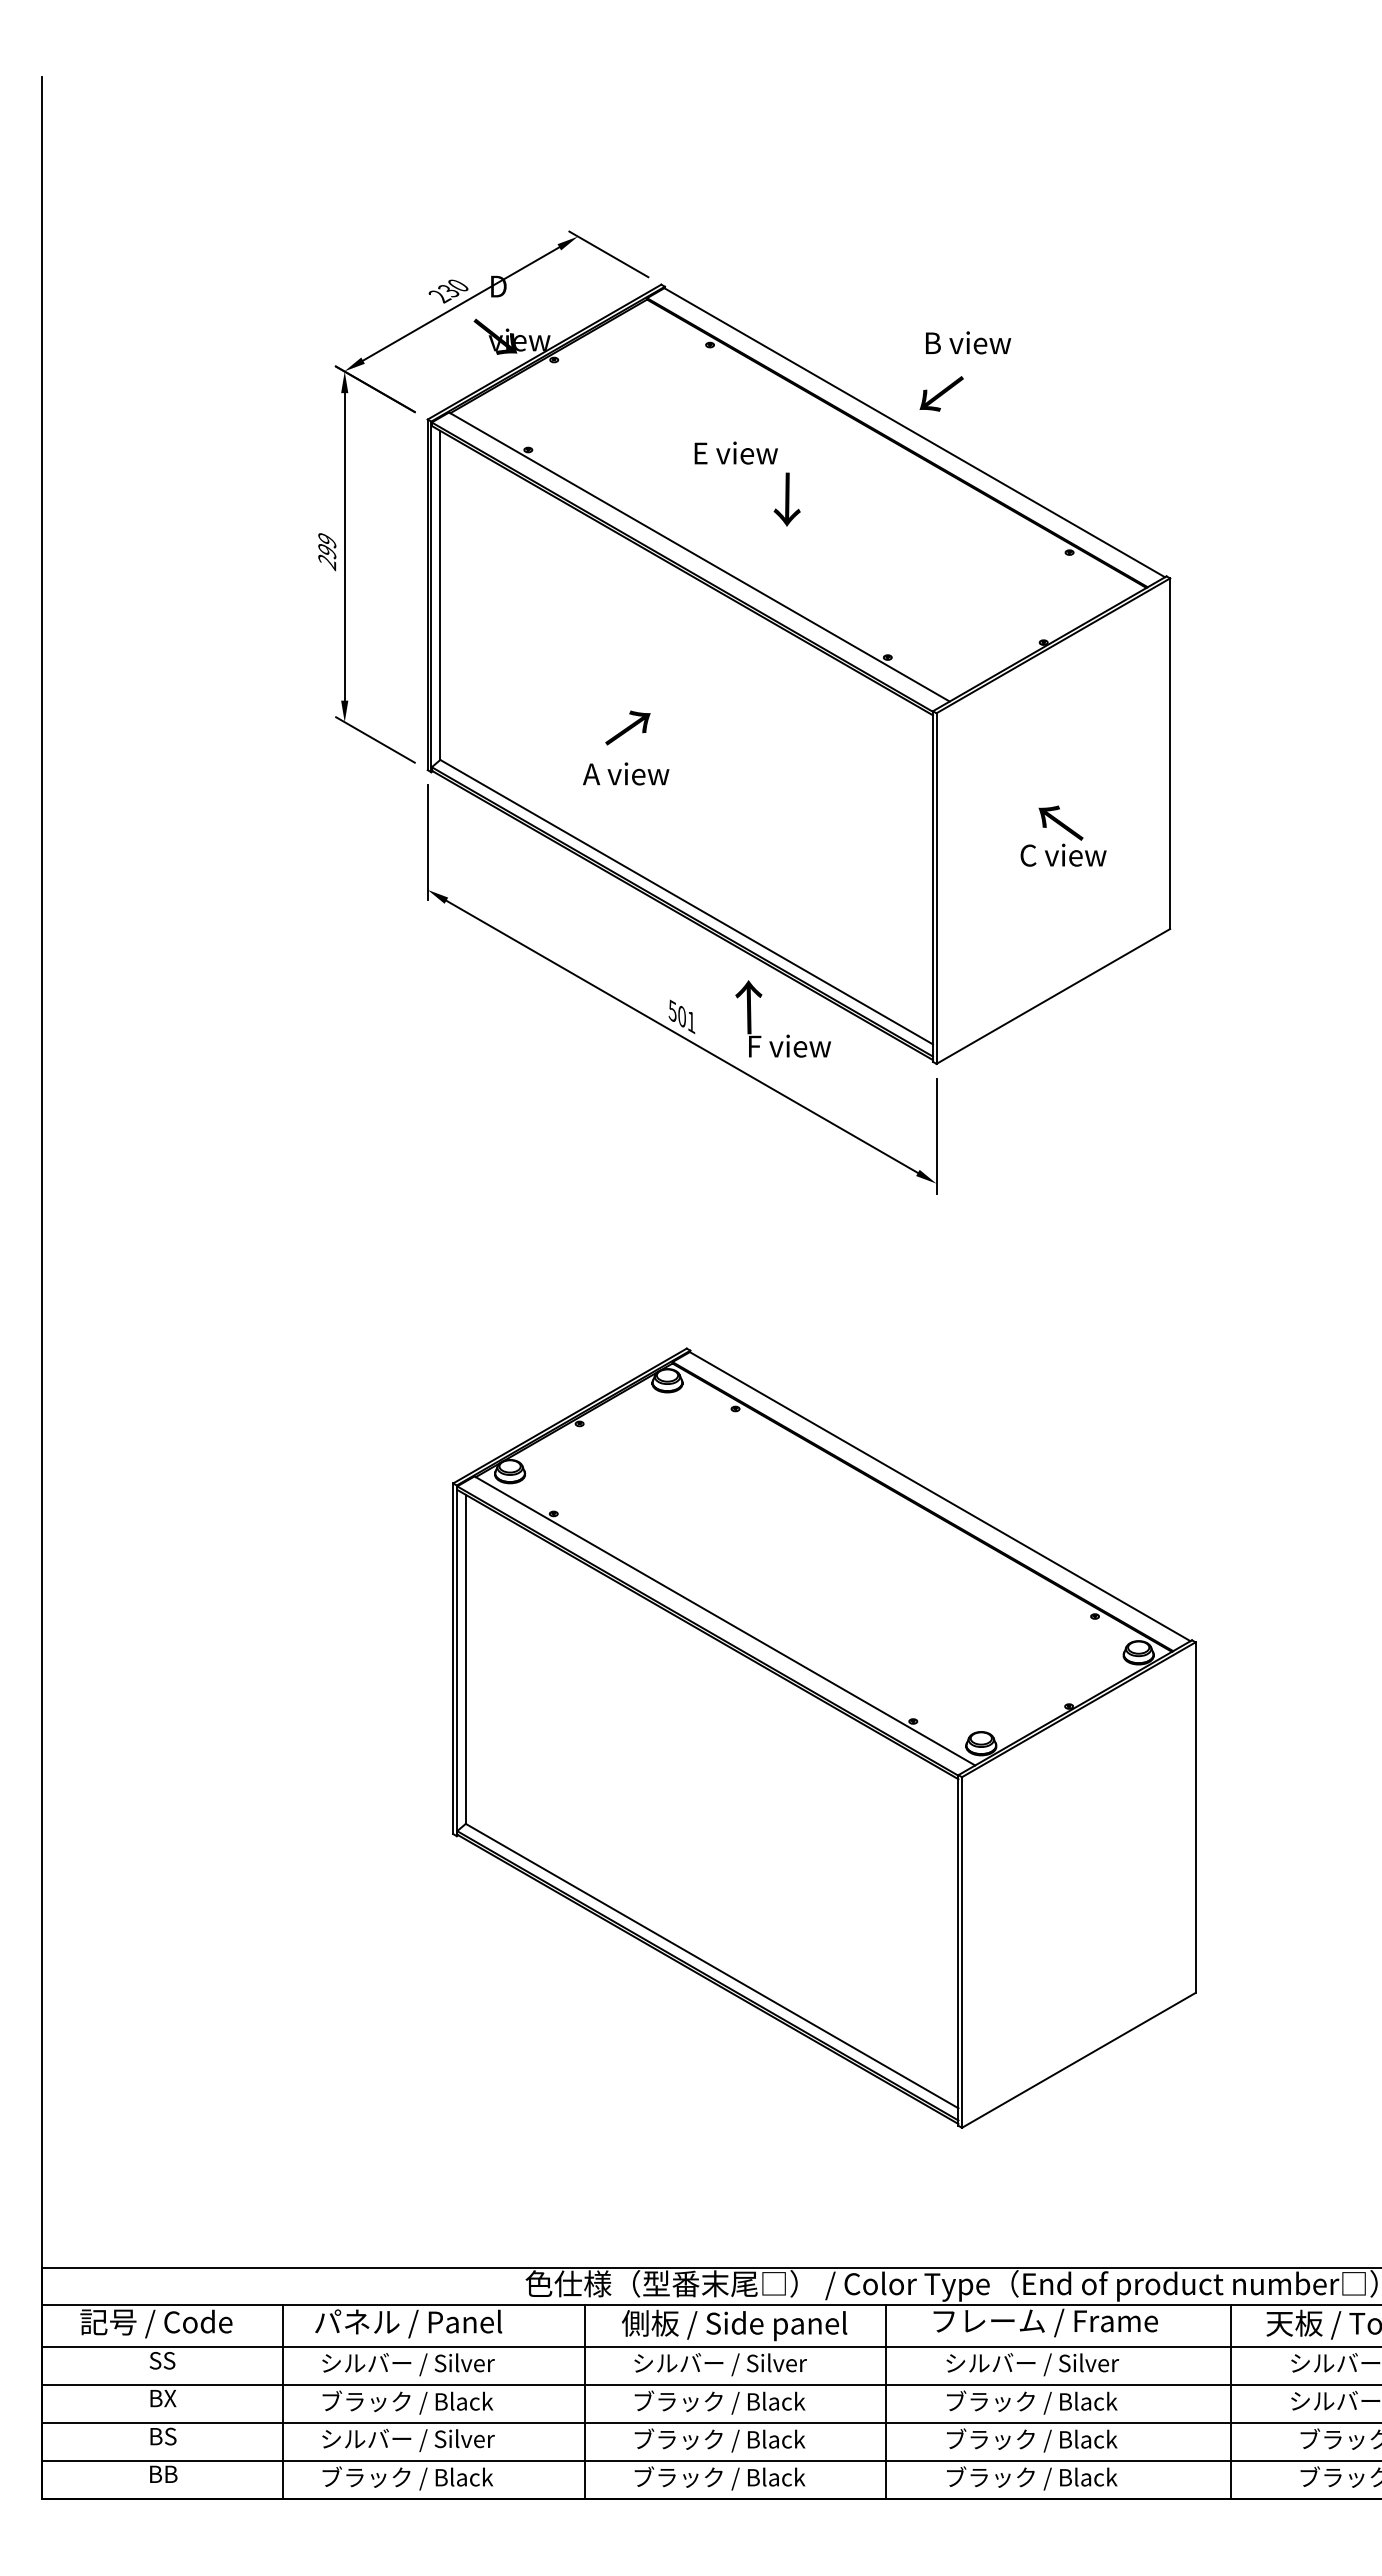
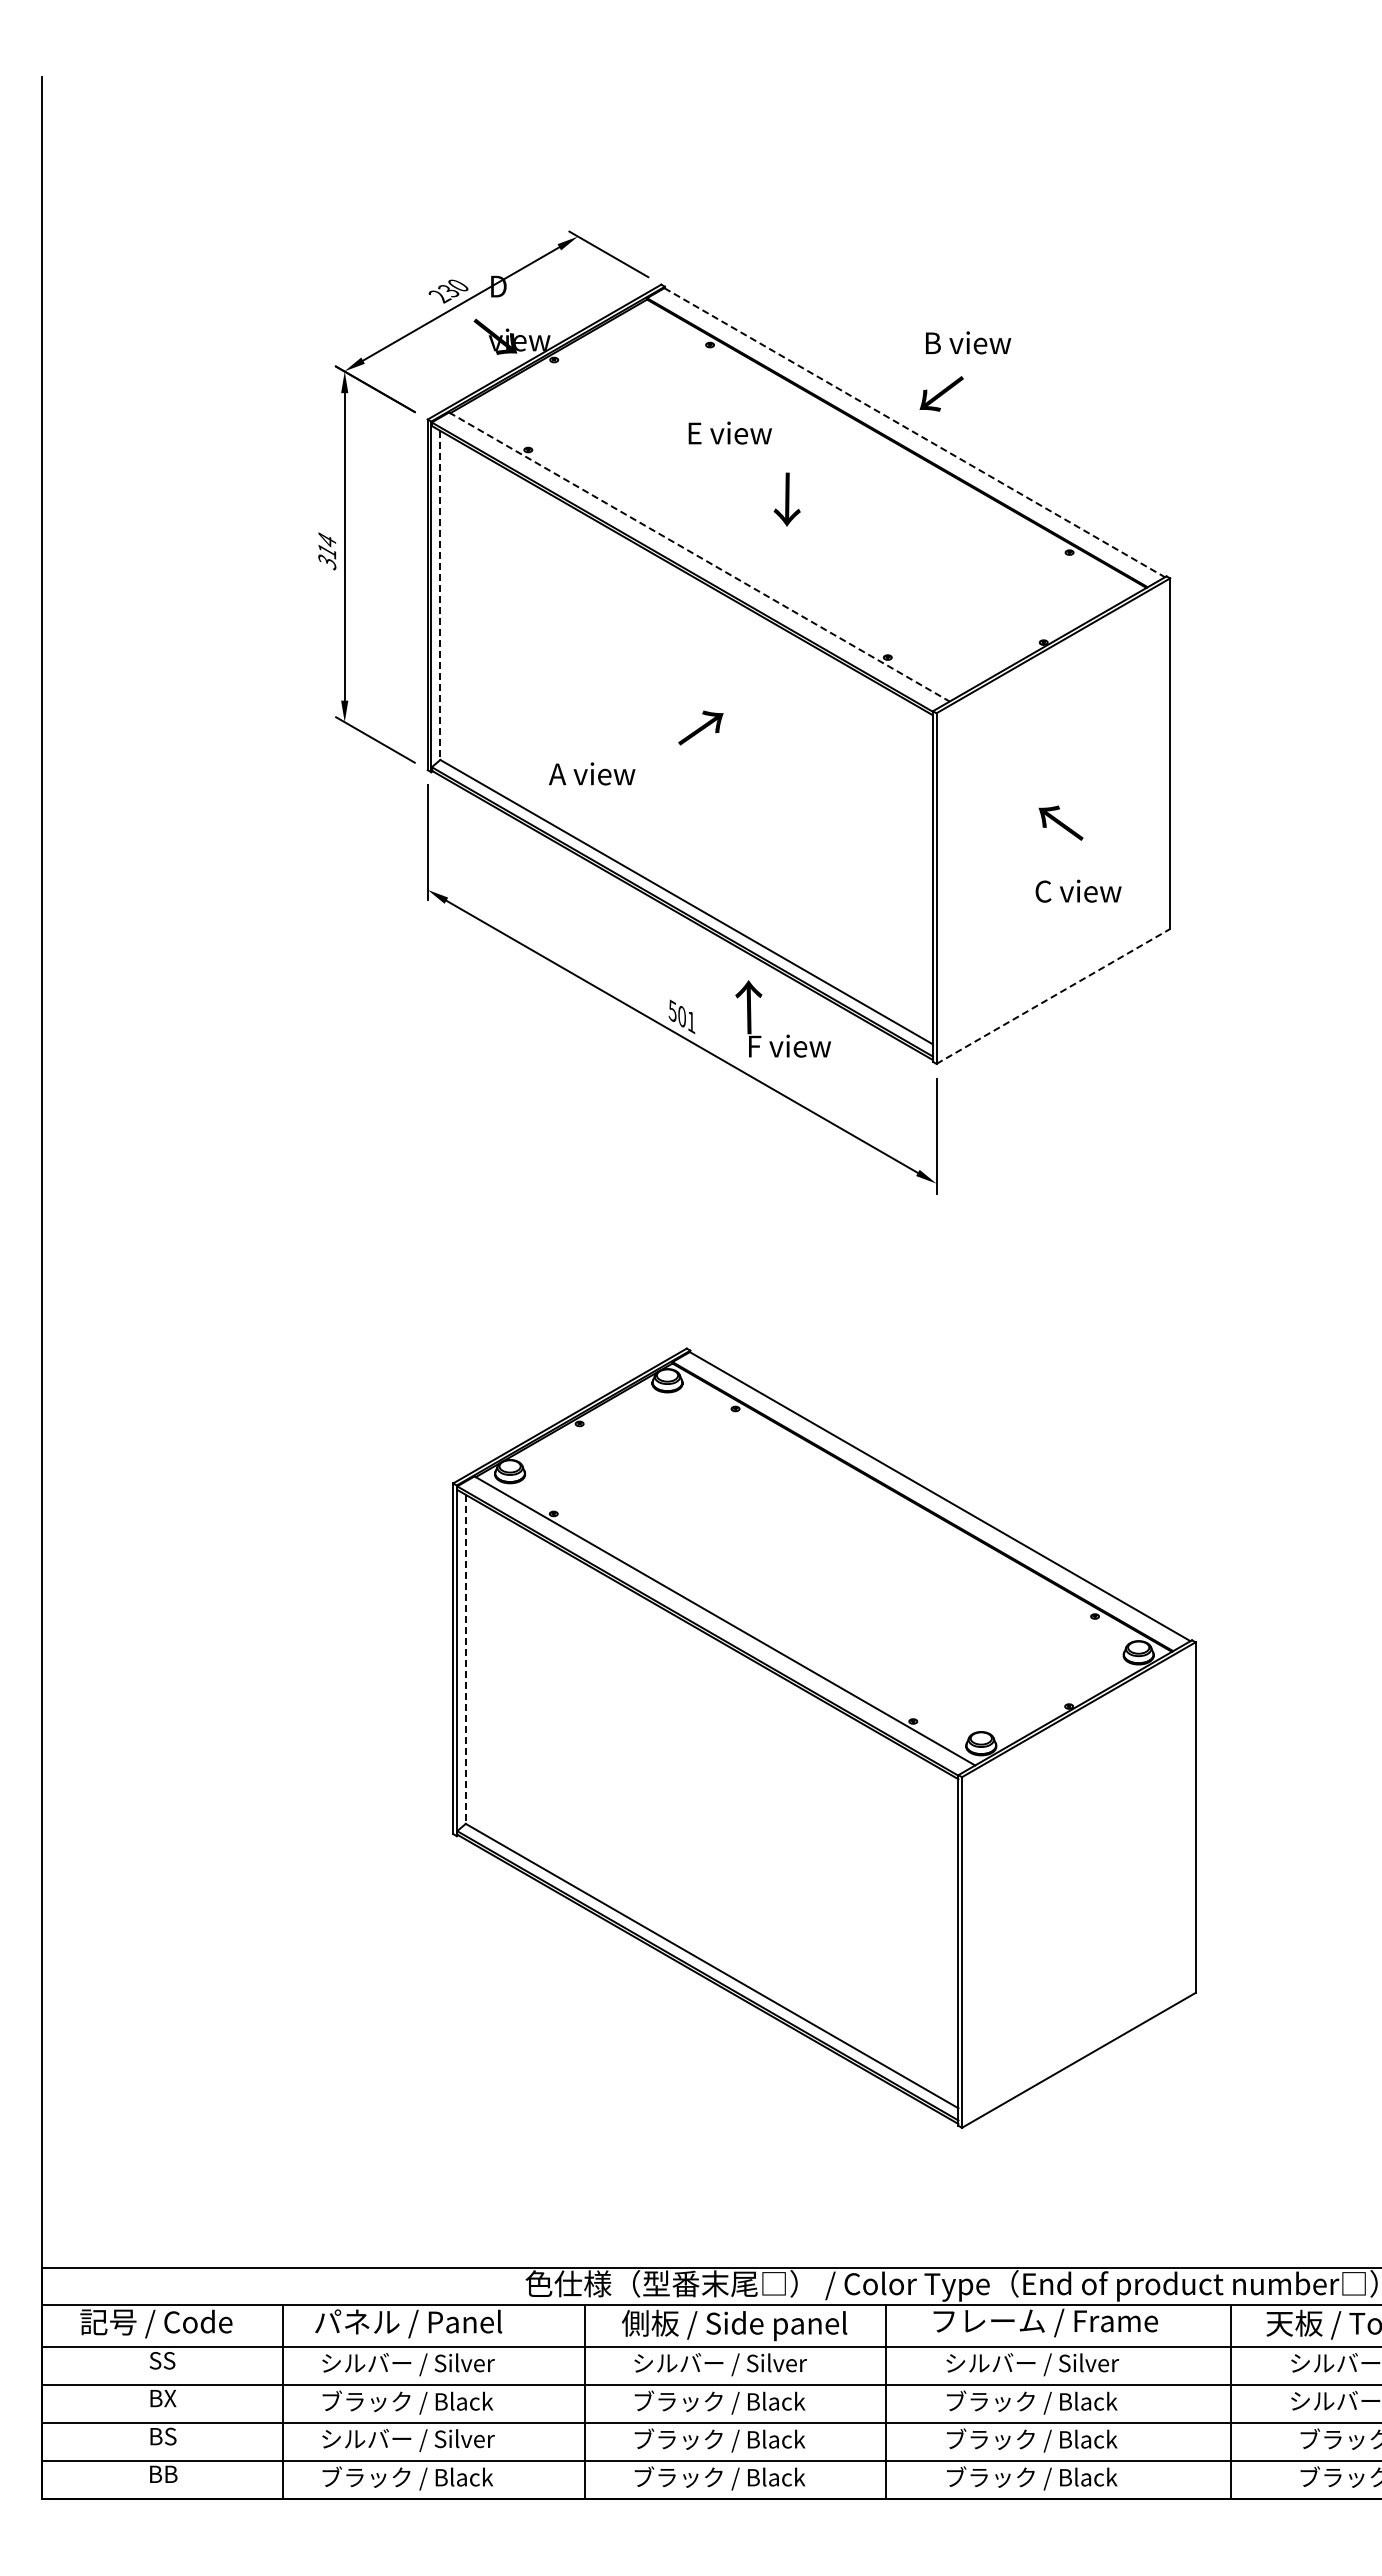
line at (915, 432): solid -> dashed
text at (735, 452) position: (735, 452) -> (729, 432)
text at (327, 551): 299 -> 314
line at (699, 557): solid -> dashed
line at (440, 595): solid -> dashed
text at (627, 727) position: (627, 727) -> (700, 727)
text at (626, 773) position: (626, 773) -> (592, 773)
text at (1063, 854) position: (1063, 854) -> (1078, 890)
line at (1053, 996): solid -> dashed
line at (465, 1659): solid -> dashed
